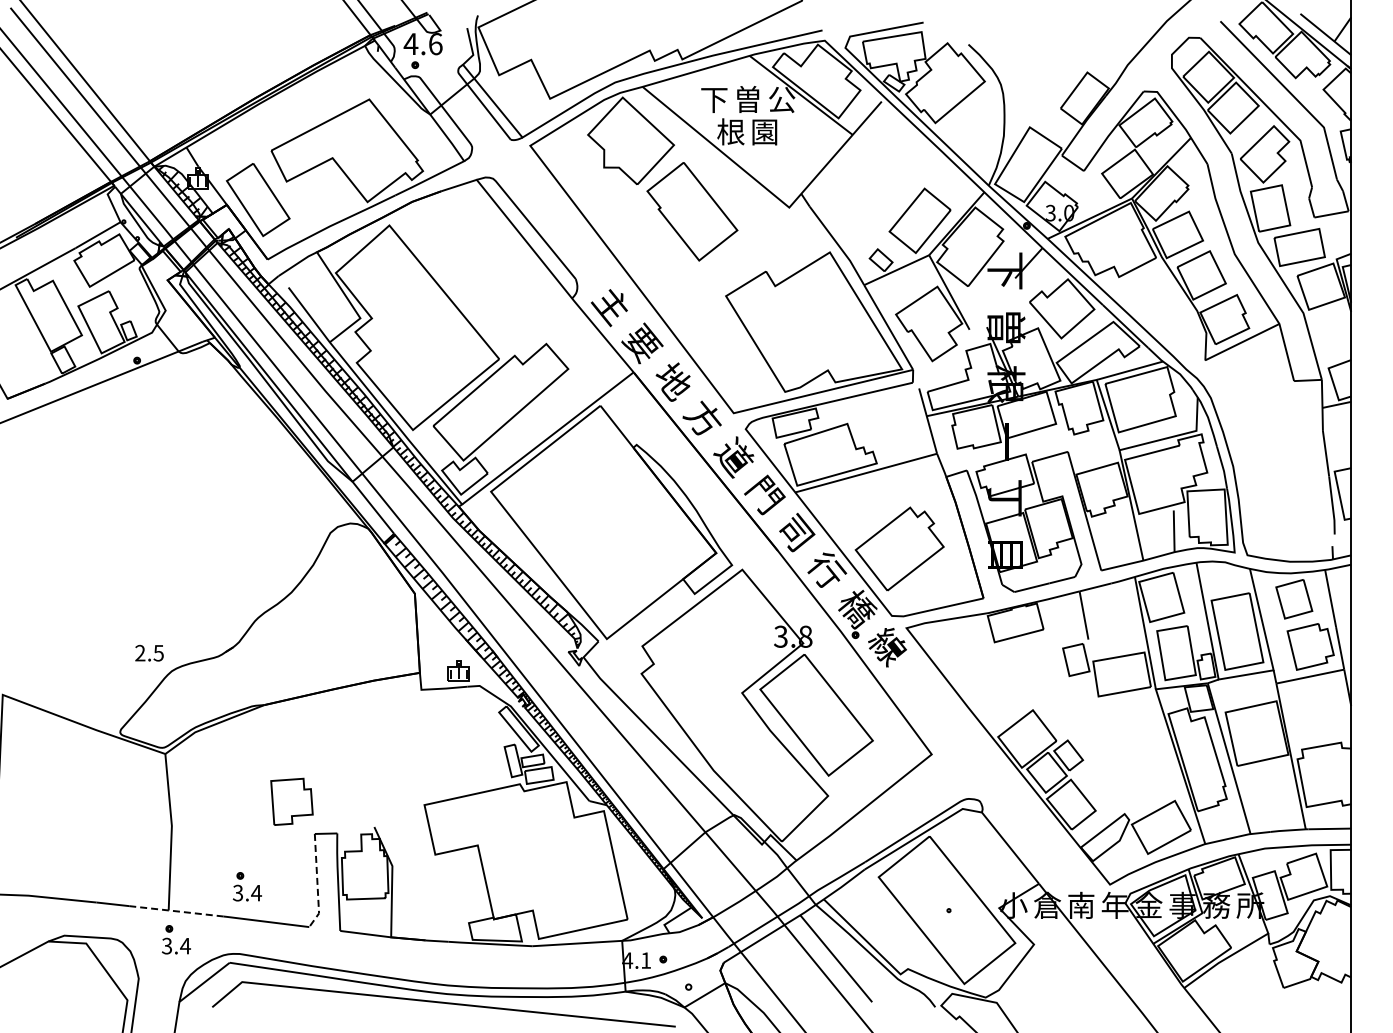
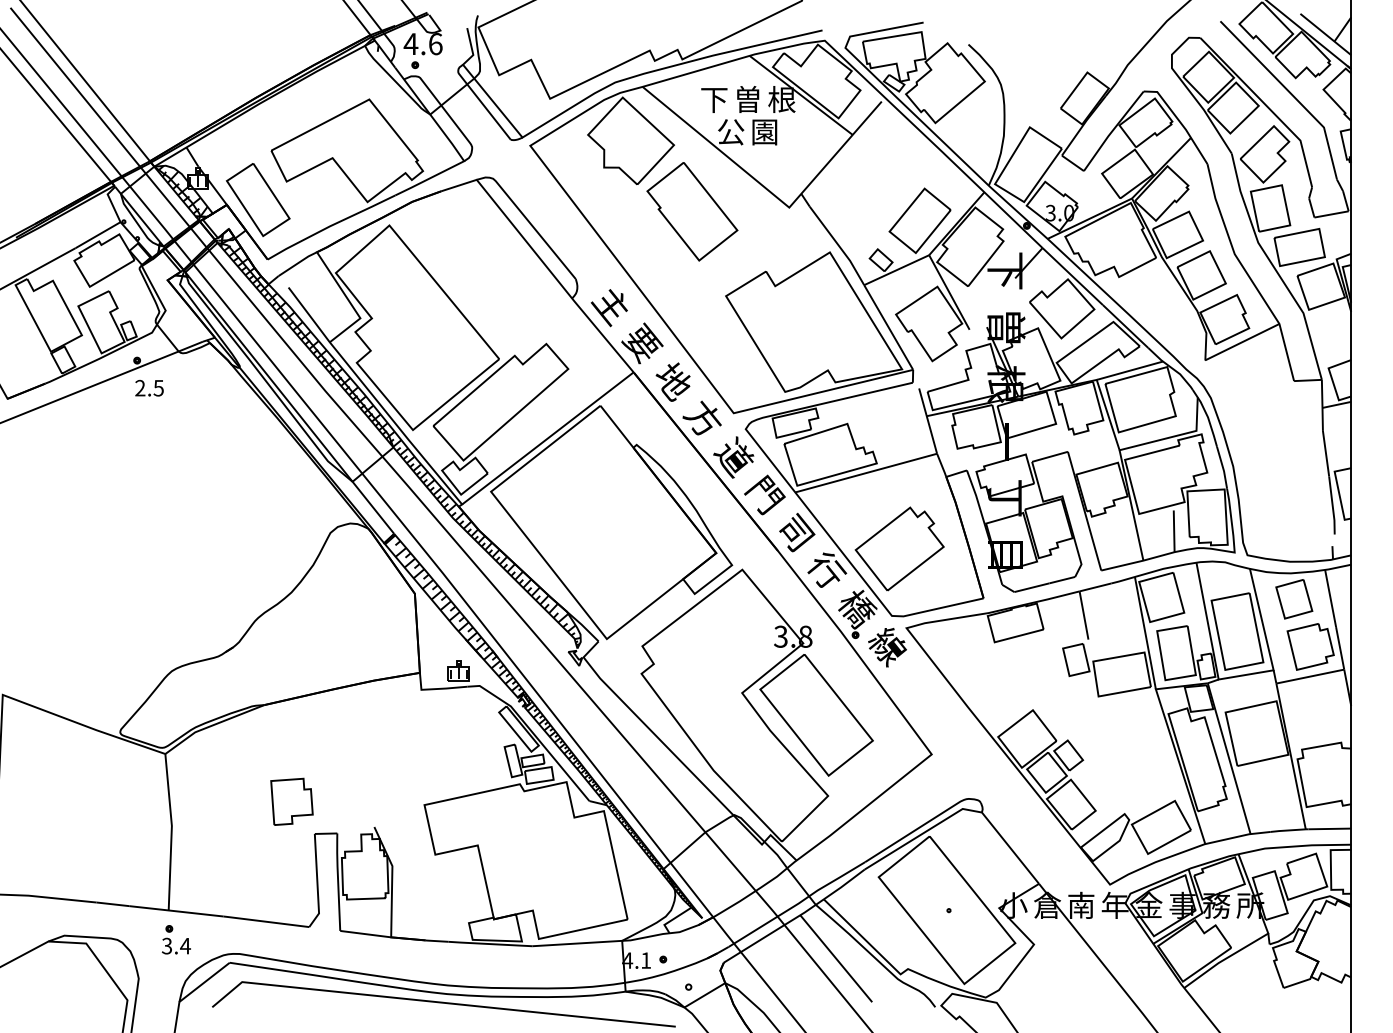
text at (781, 99): 公 -> 根
text at (730, 131): 根 -> 公
text at (149, 652) position: (149, 652) -> (149, 387)
line at (317, 882): dashed -> solid
part at (247, 886): present -> none
line at (175, 911): dashed -> solid
